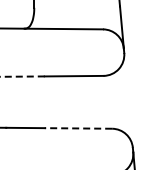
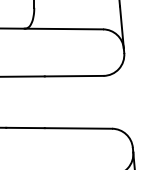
line at (22, 76): dashed -> solid
line at (78, 128): dashed -> solid
